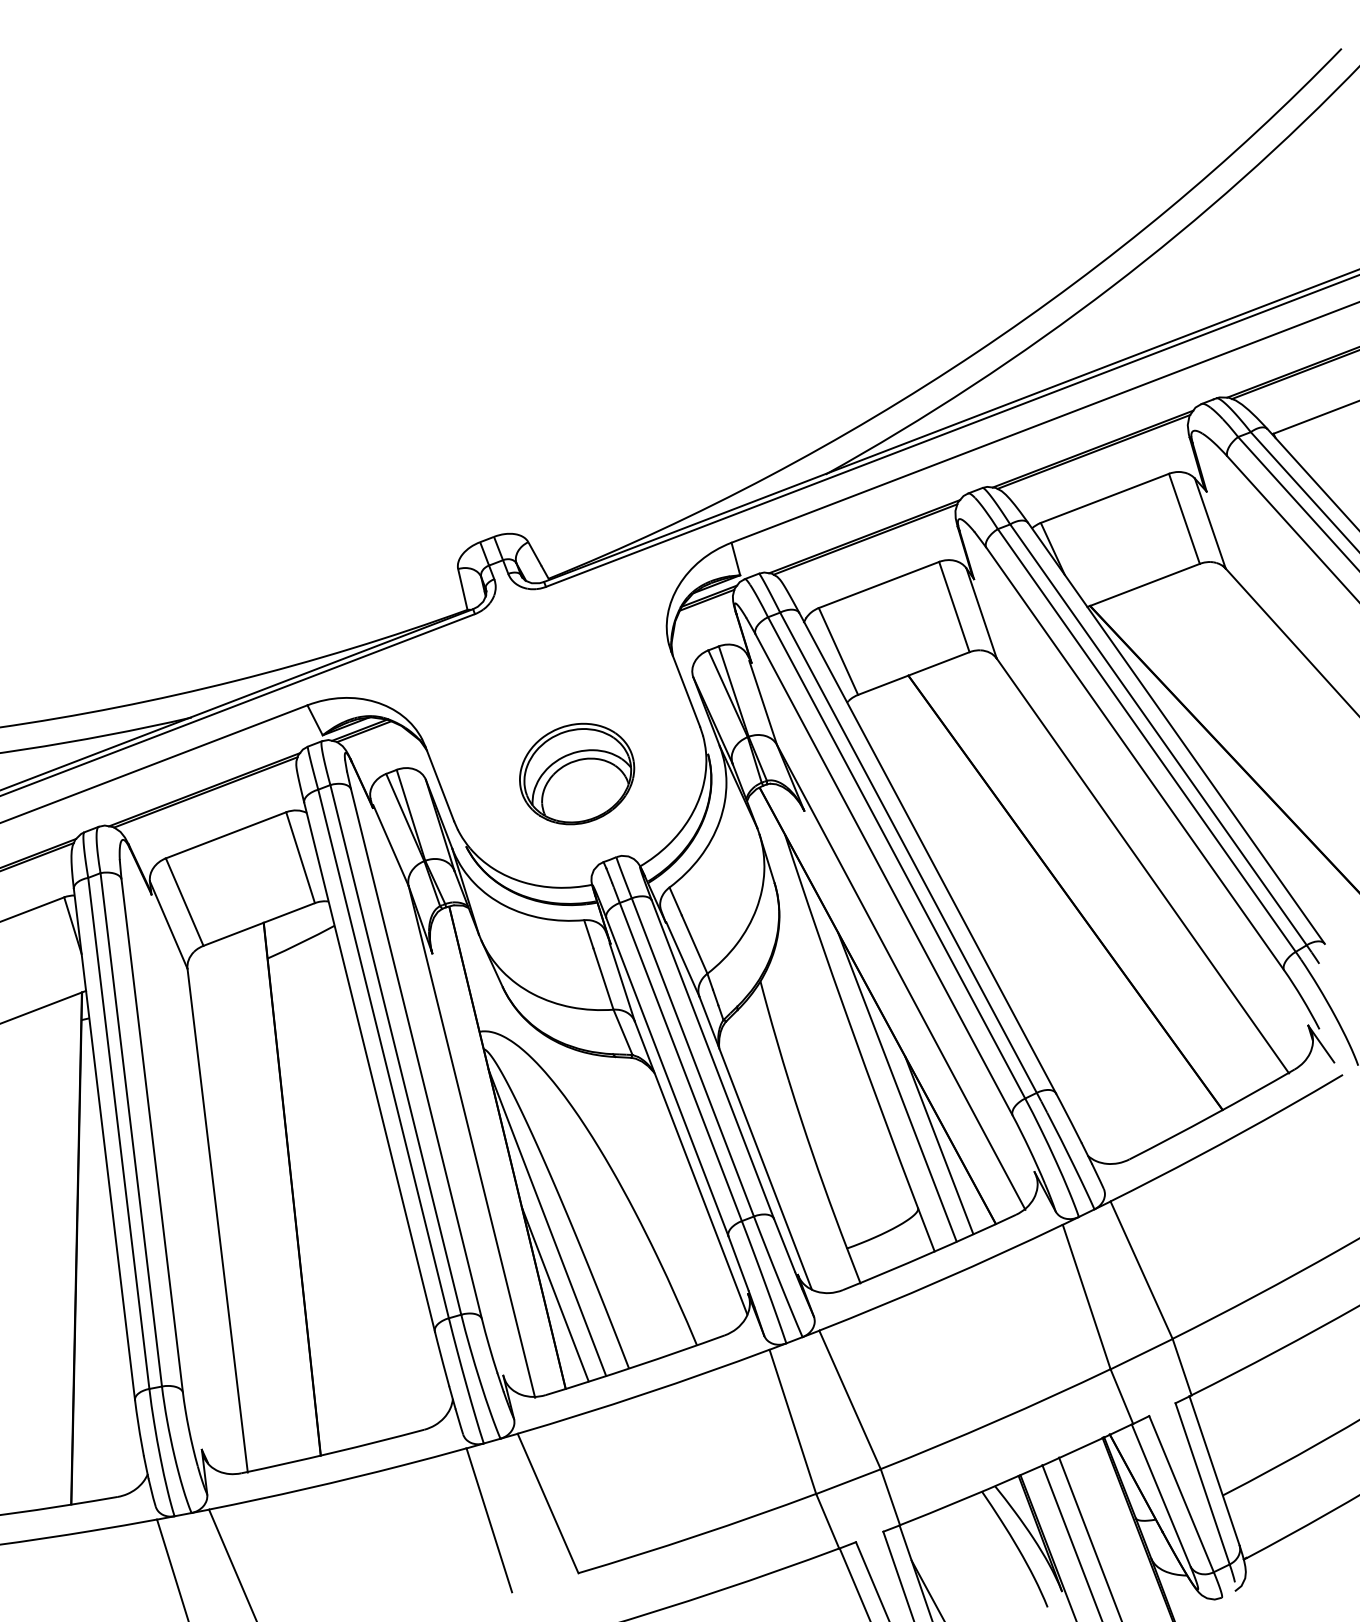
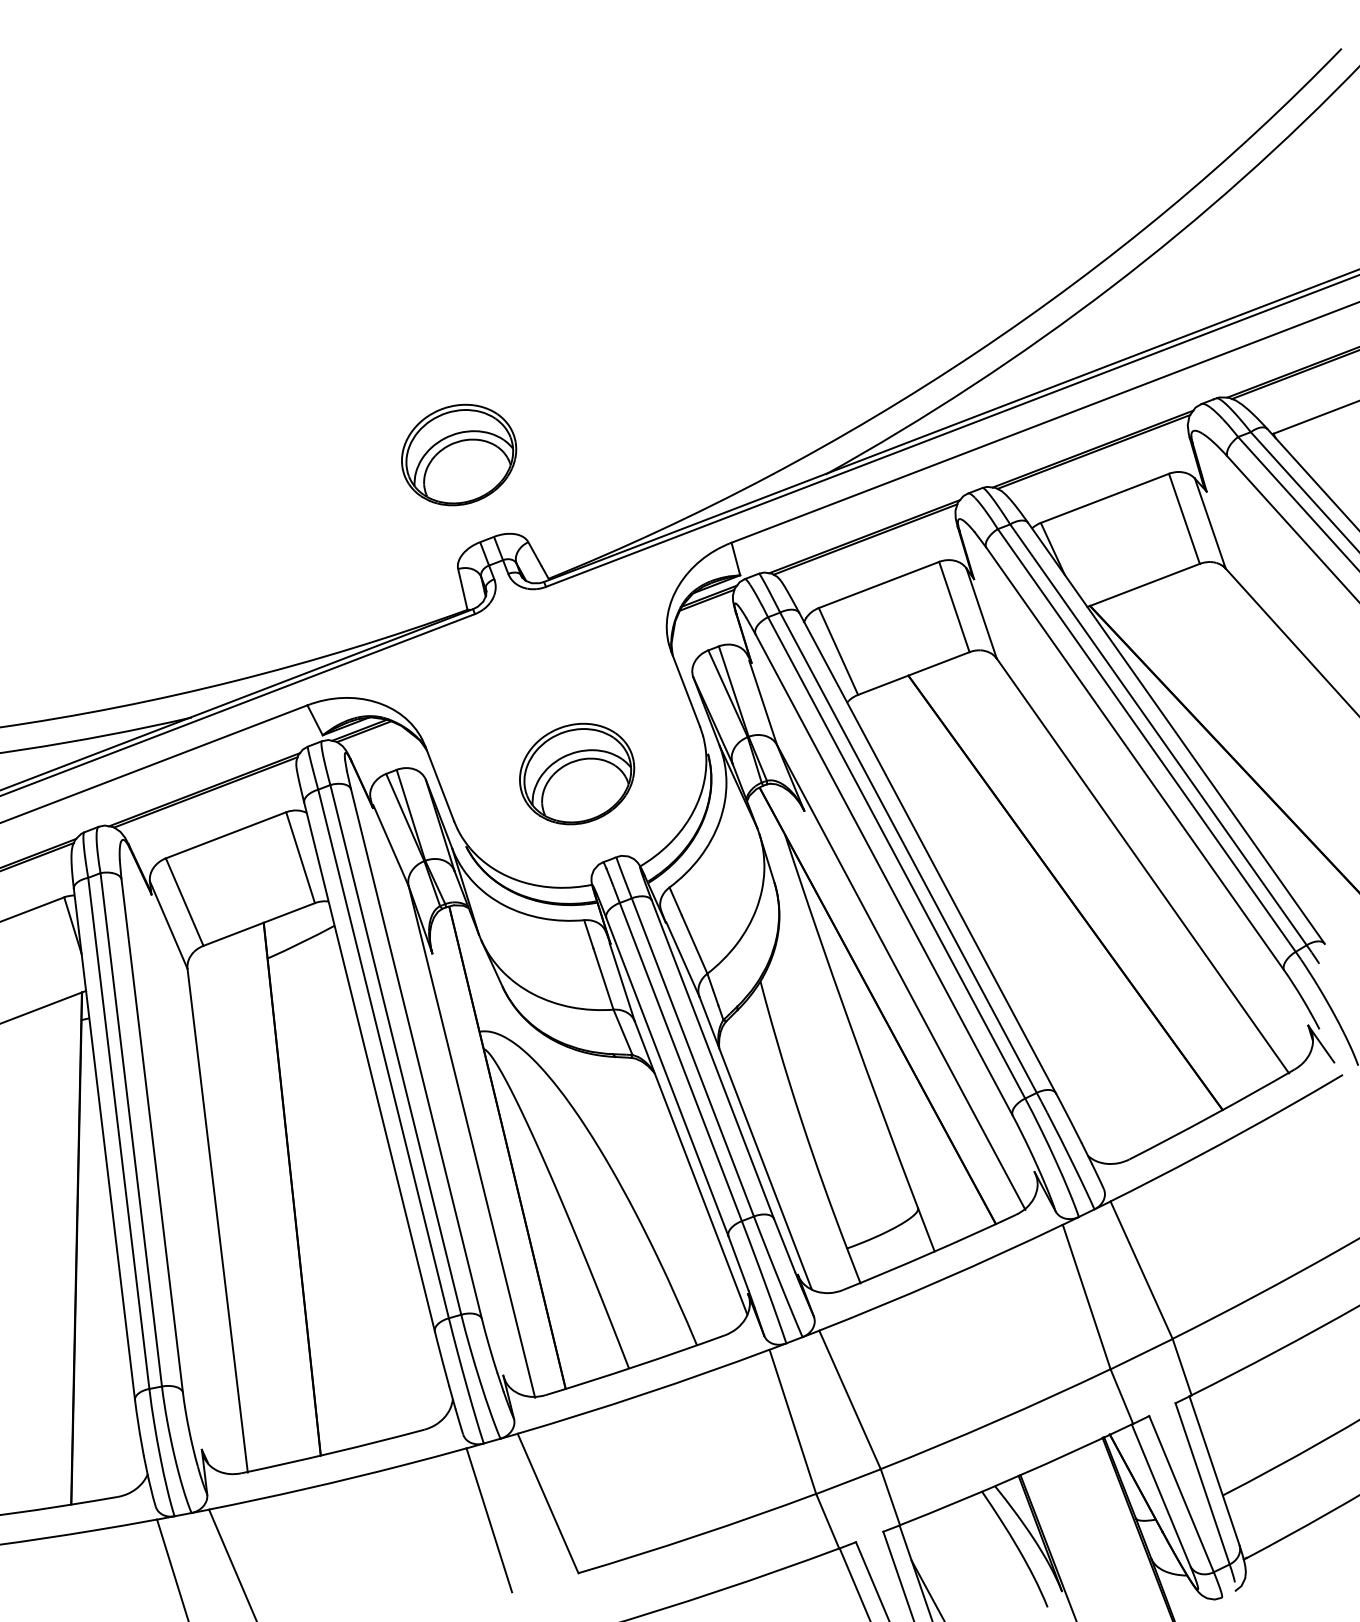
part at (459, 454): none -> present
line at (897, 1086): present -> none
line at (939, 1145): present -> none
line at (547, 1222): present -> none
line at (554, 1294): present -> none
line at (1089, 1537): present -> none
line at (1071, 1541): present -> none
